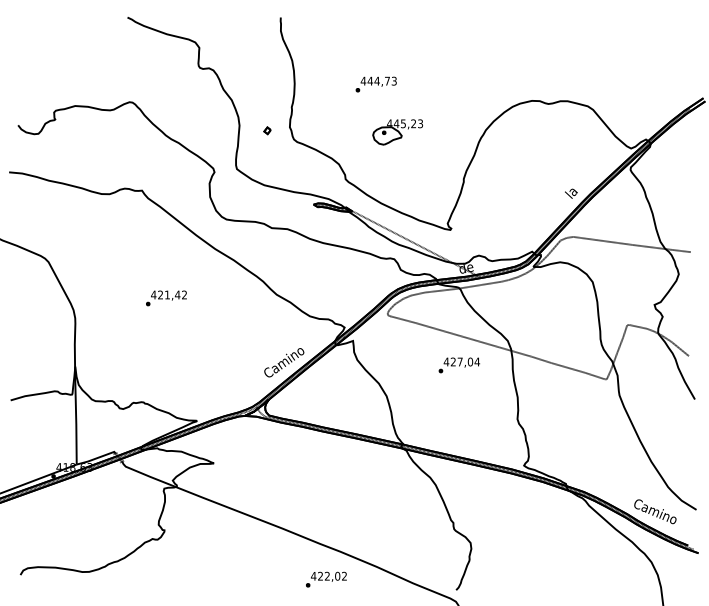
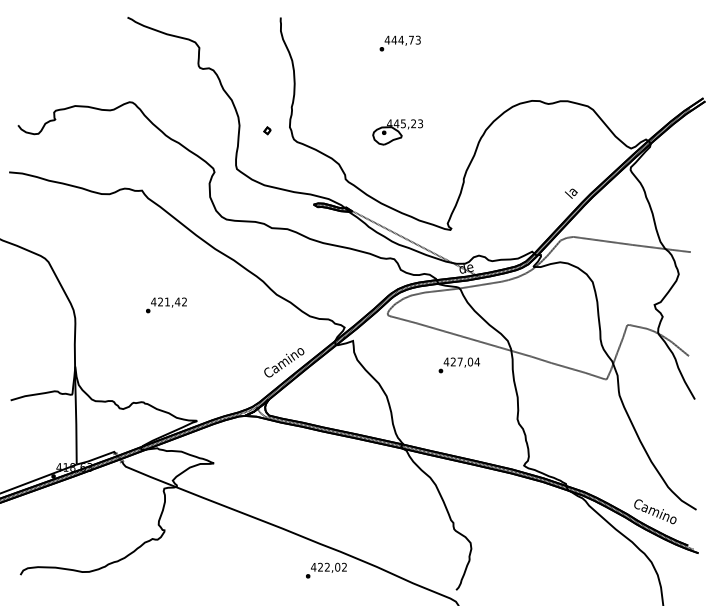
text at (375, 84) position: (375, 84) -> (399, 43)
text at (166, 298) position: (166, 298) -> (166, 305)
text at (326, 579) position: (326, 579) -> (326, 570)
